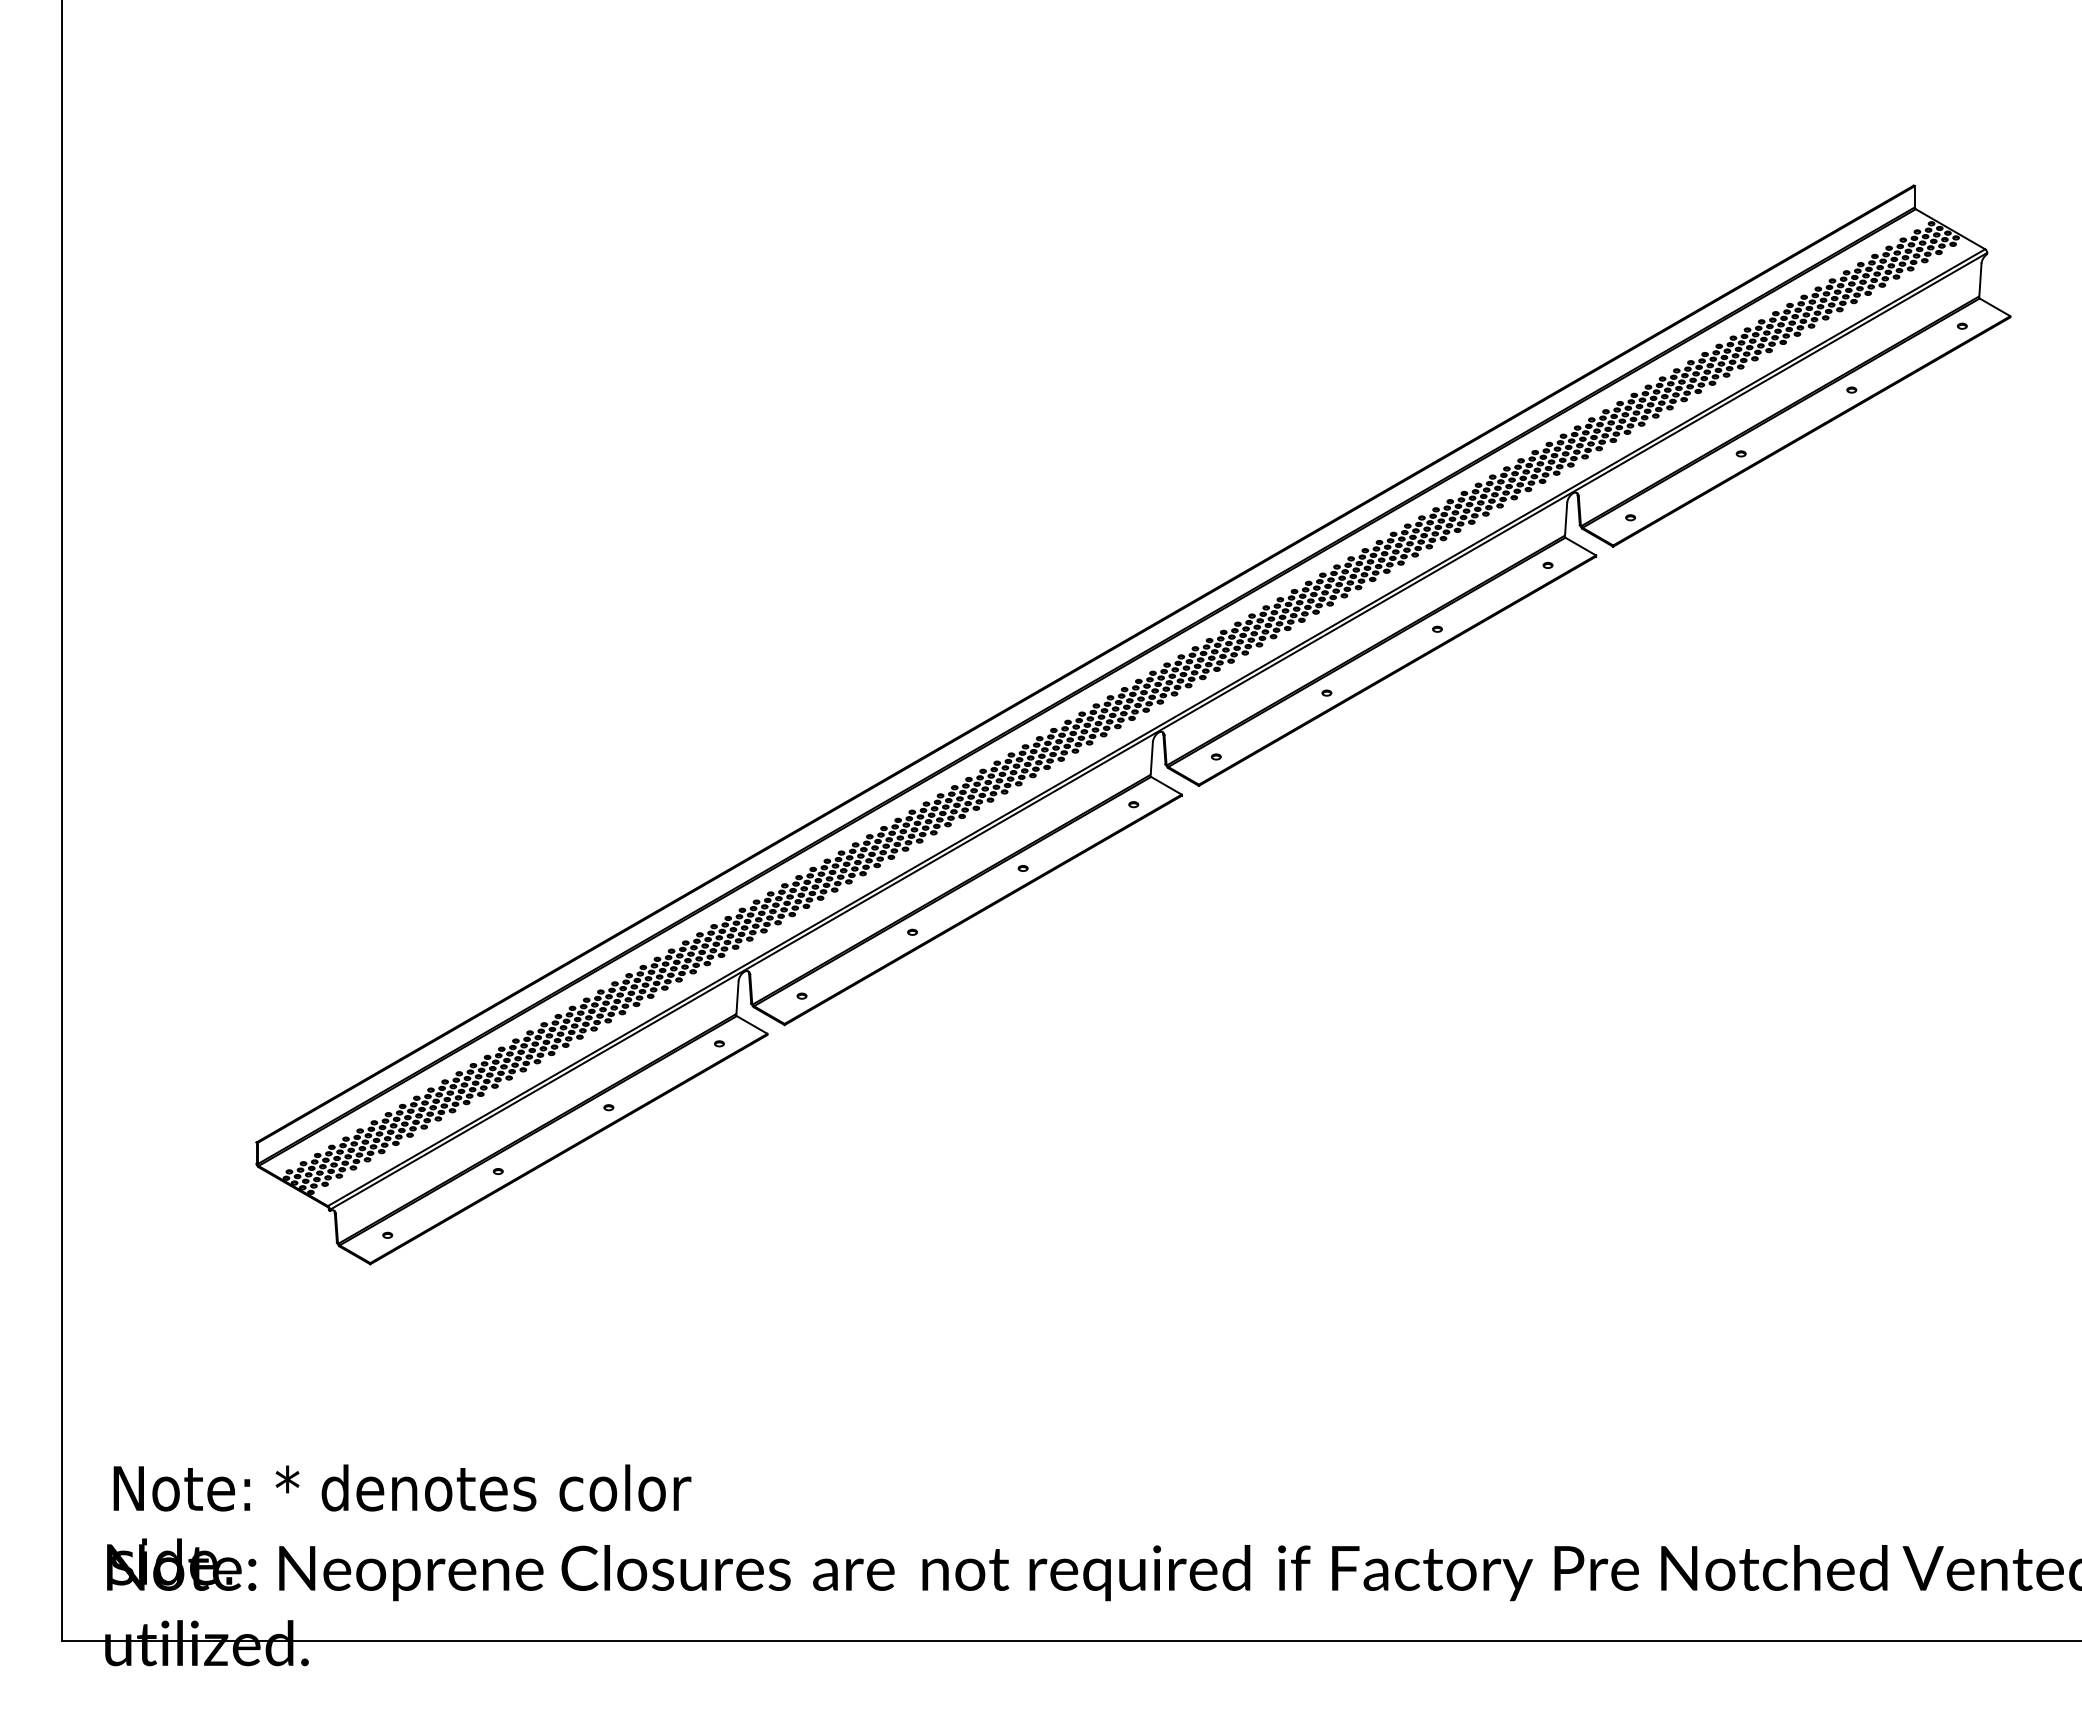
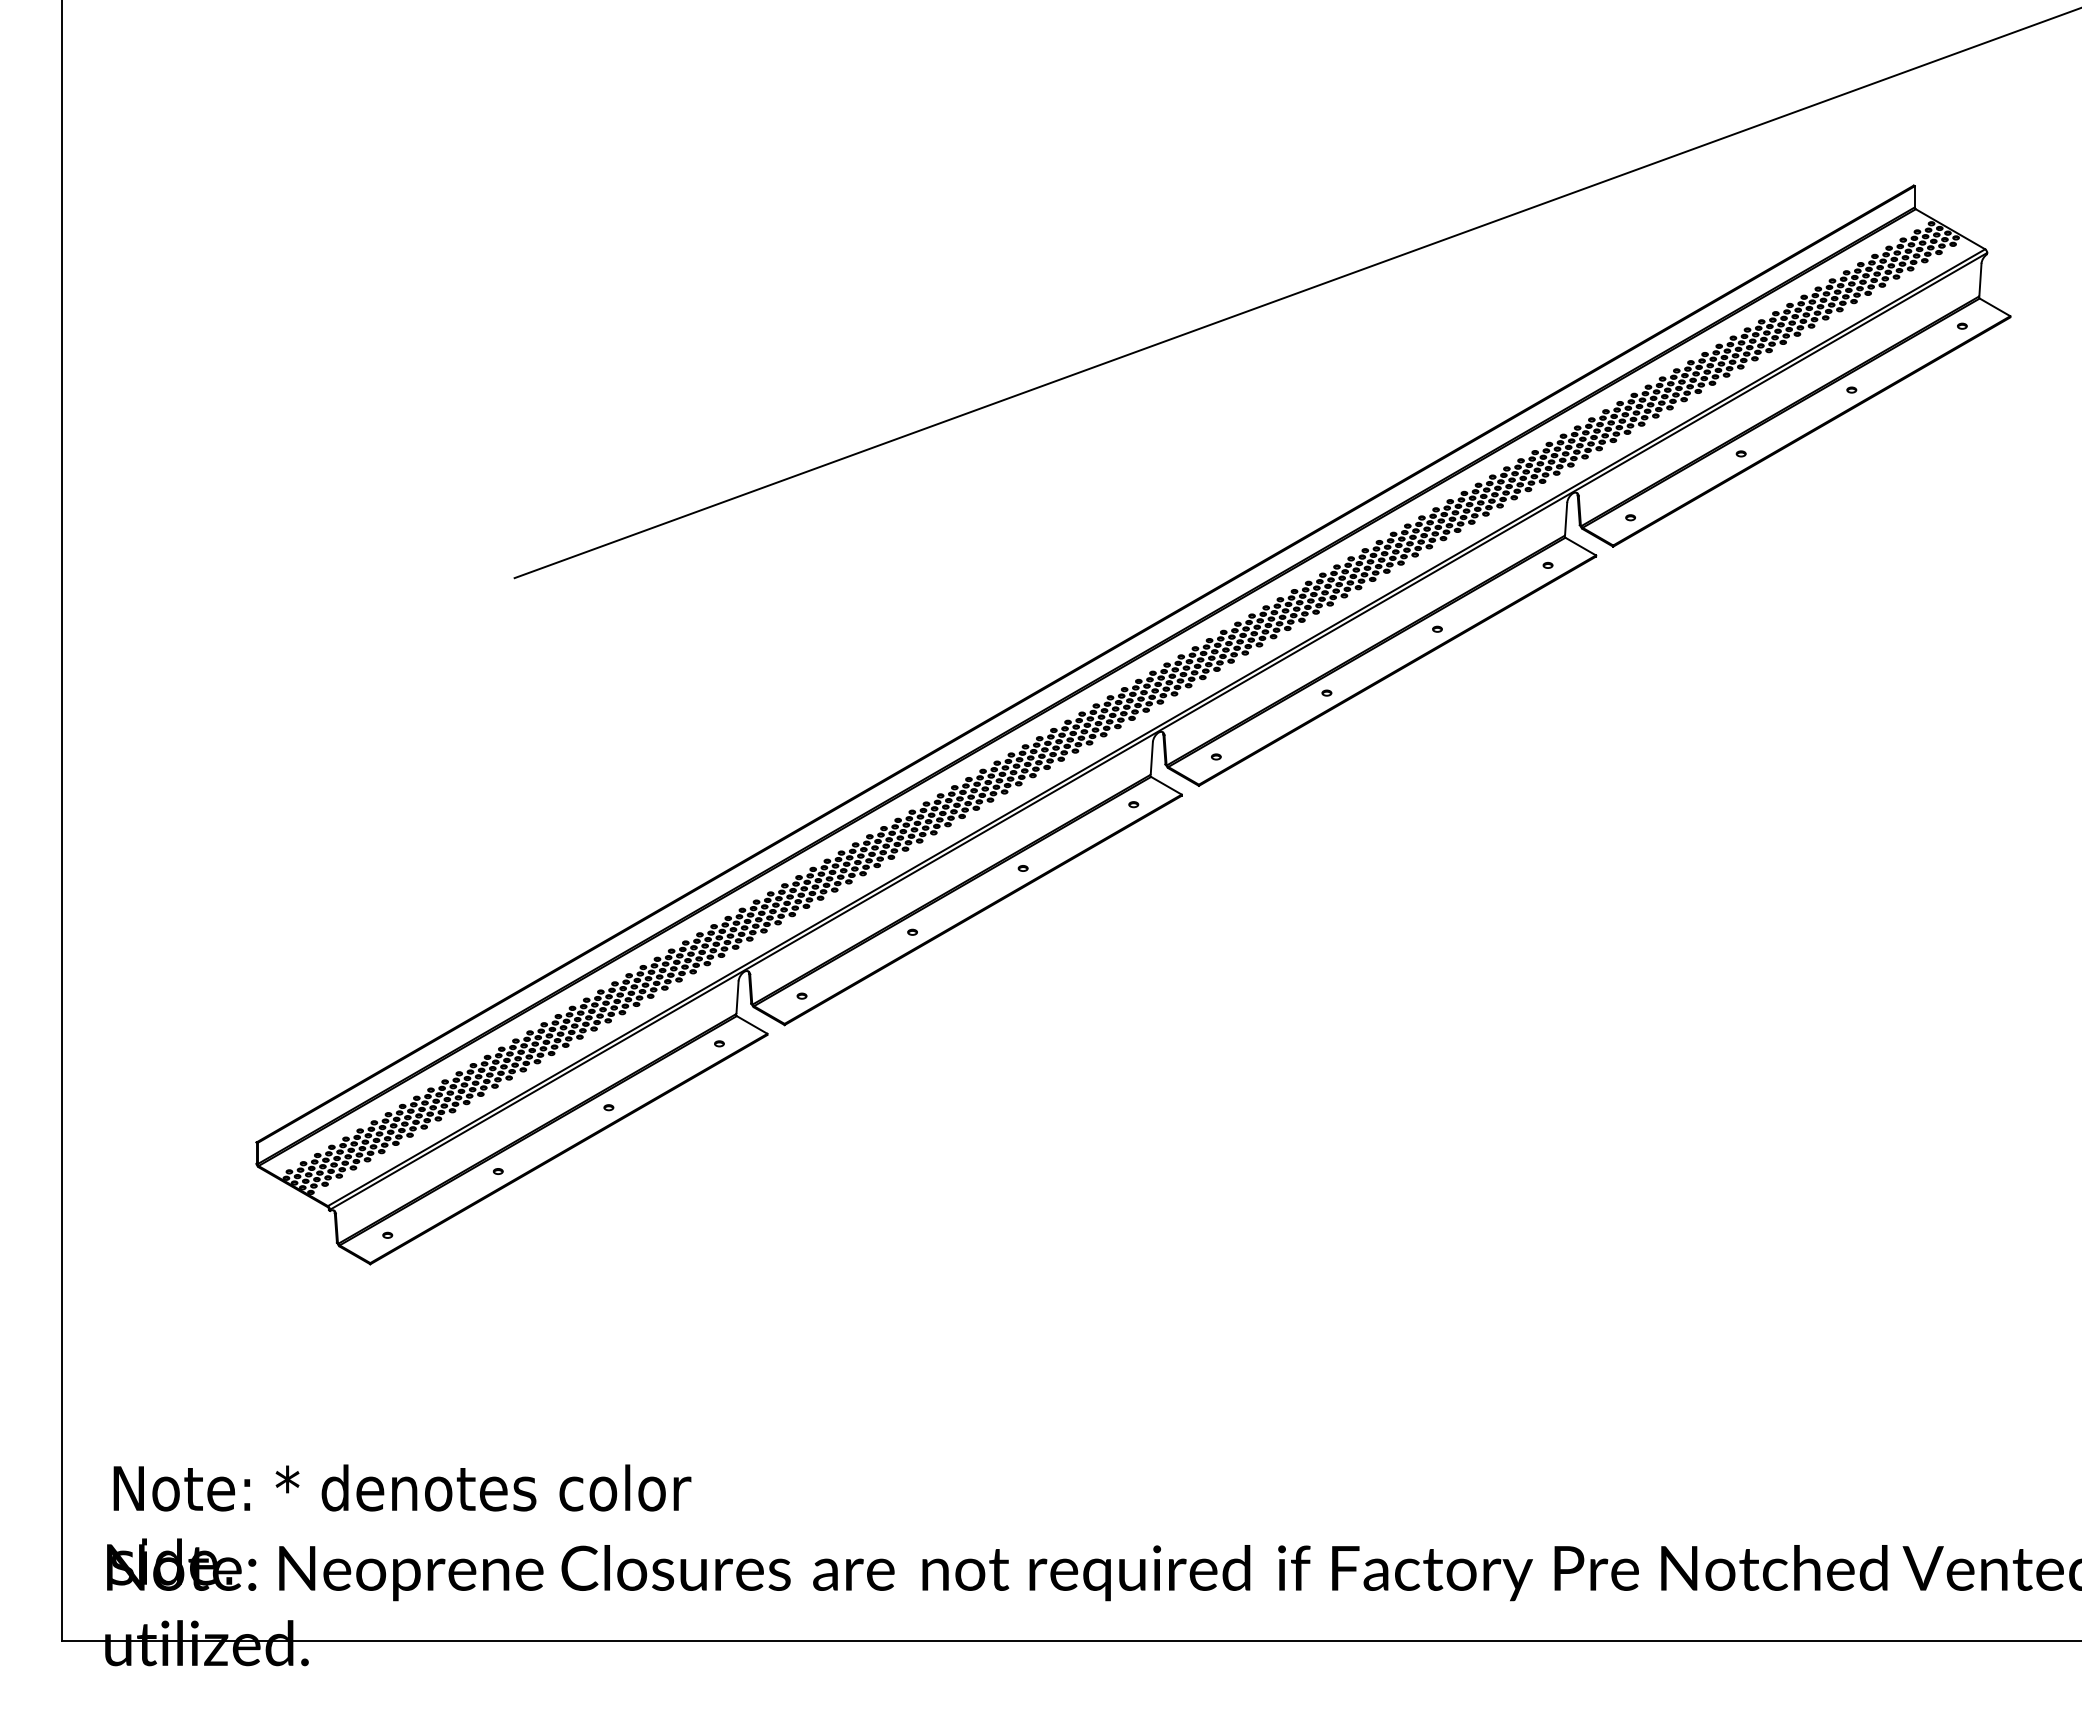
line at (1296, 293): none -> present
